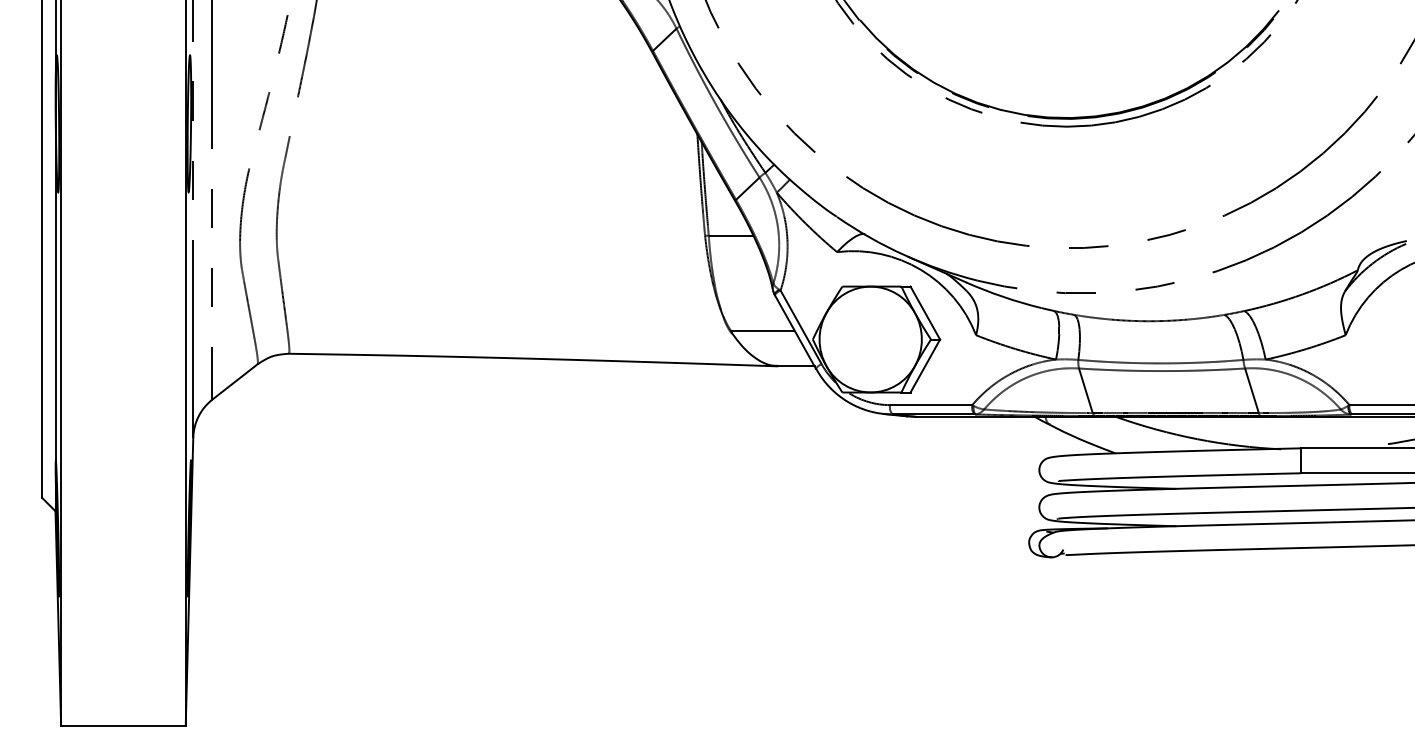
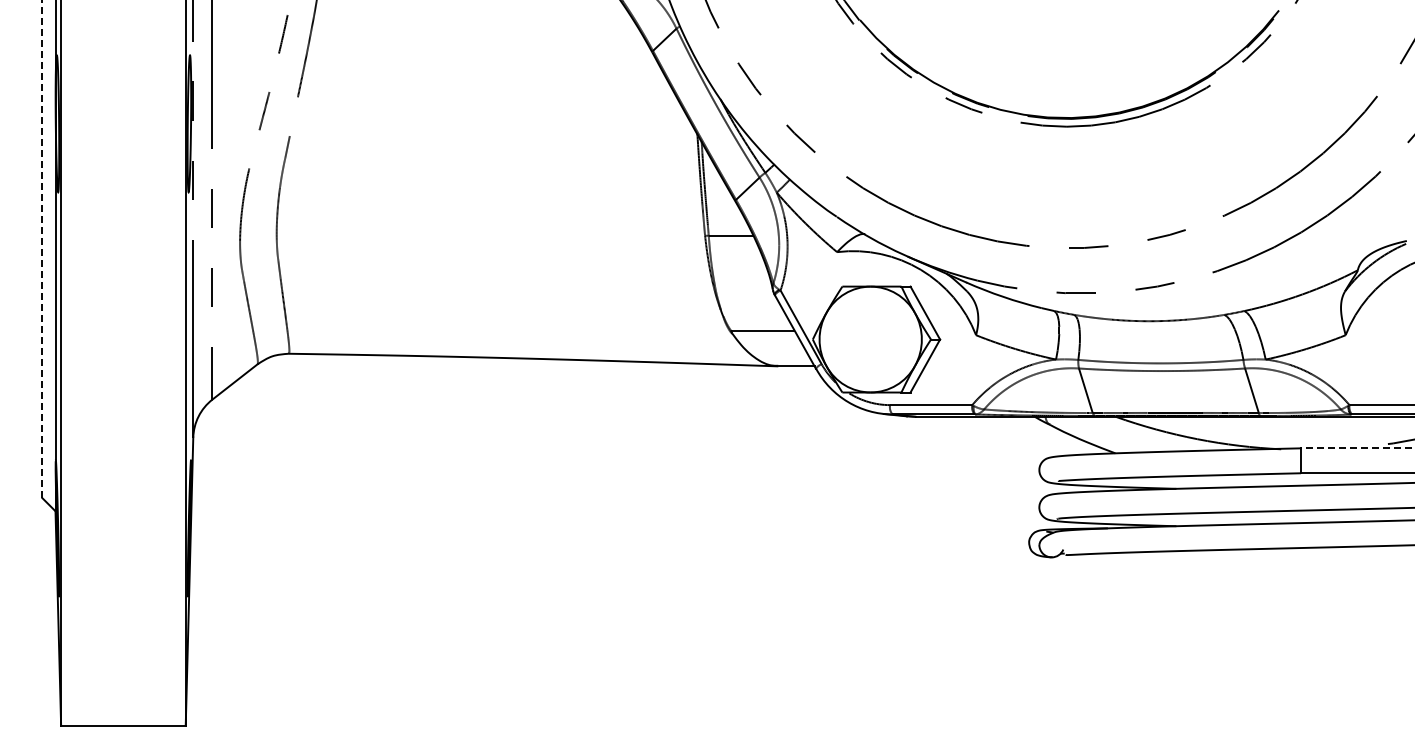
line at (42, 249): solid -> dashed
line at (1358, 448): solid -> dashed
